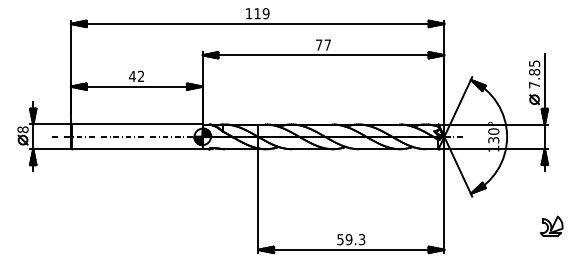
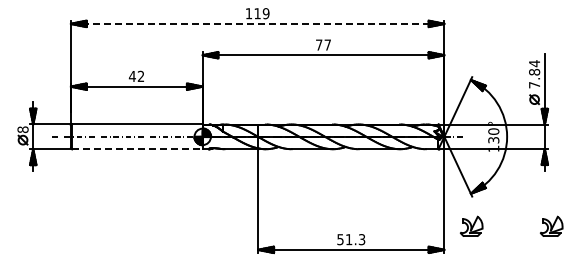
line at (257, 23): solid -> dashed
text at (534, 63): 7.85 -> 7.84
line at (137, 149): solid -> dashed
part at (471, 225): none -> present
text at (348, 239): 59.3 -> 51.3
